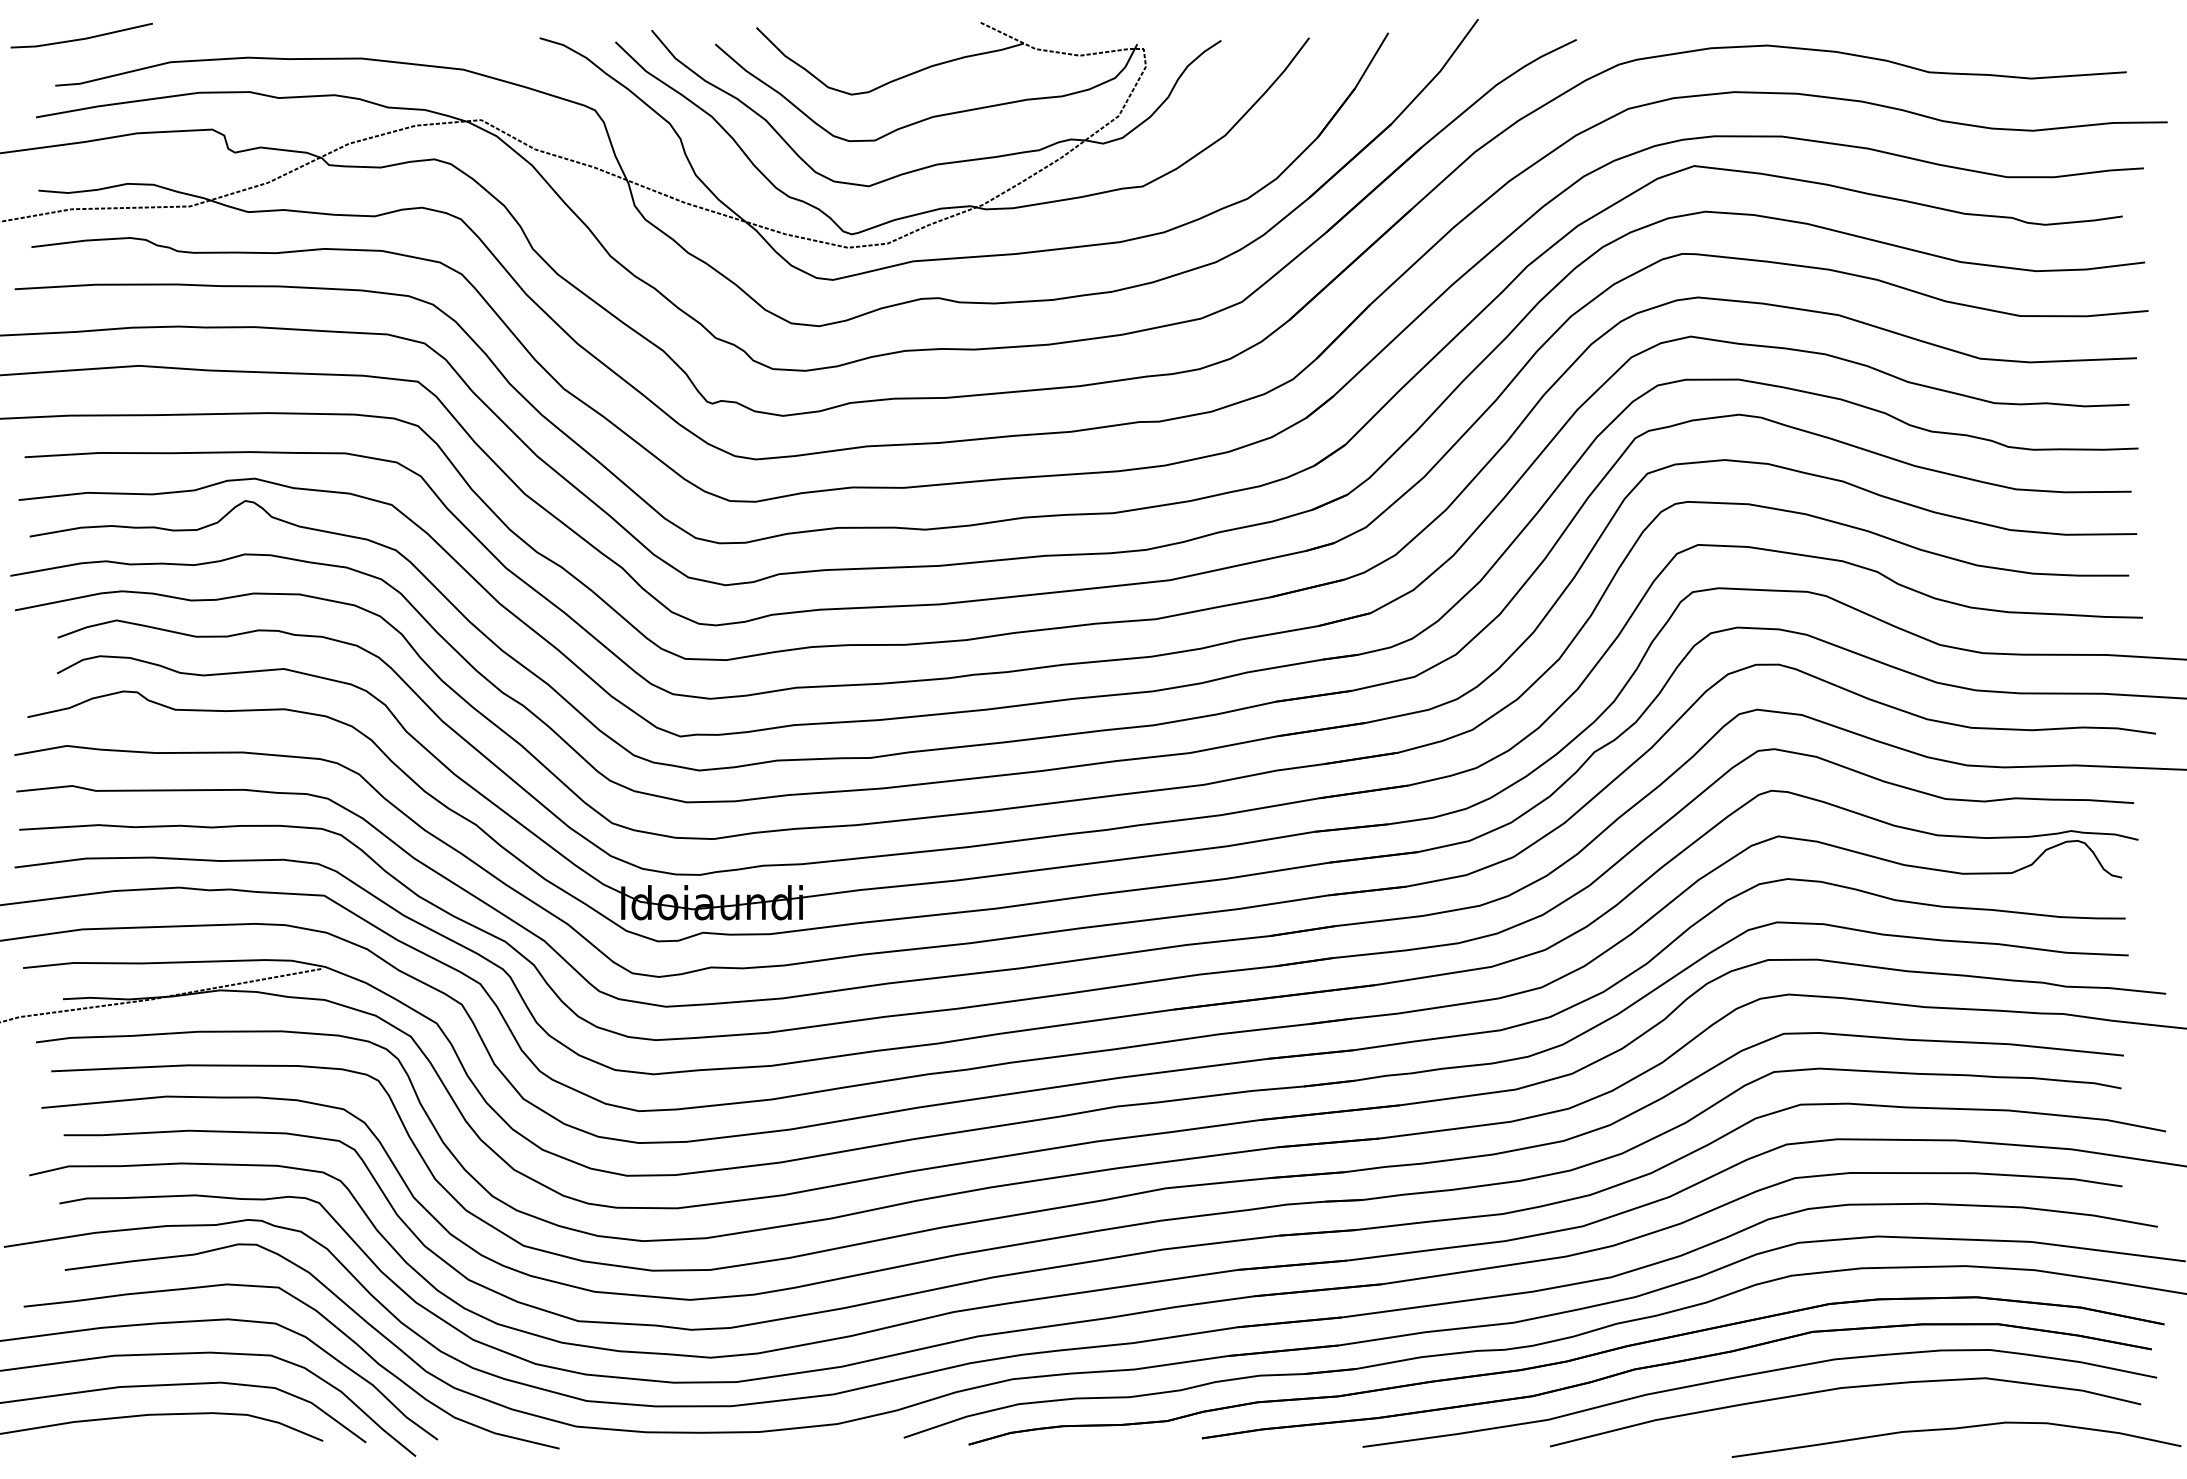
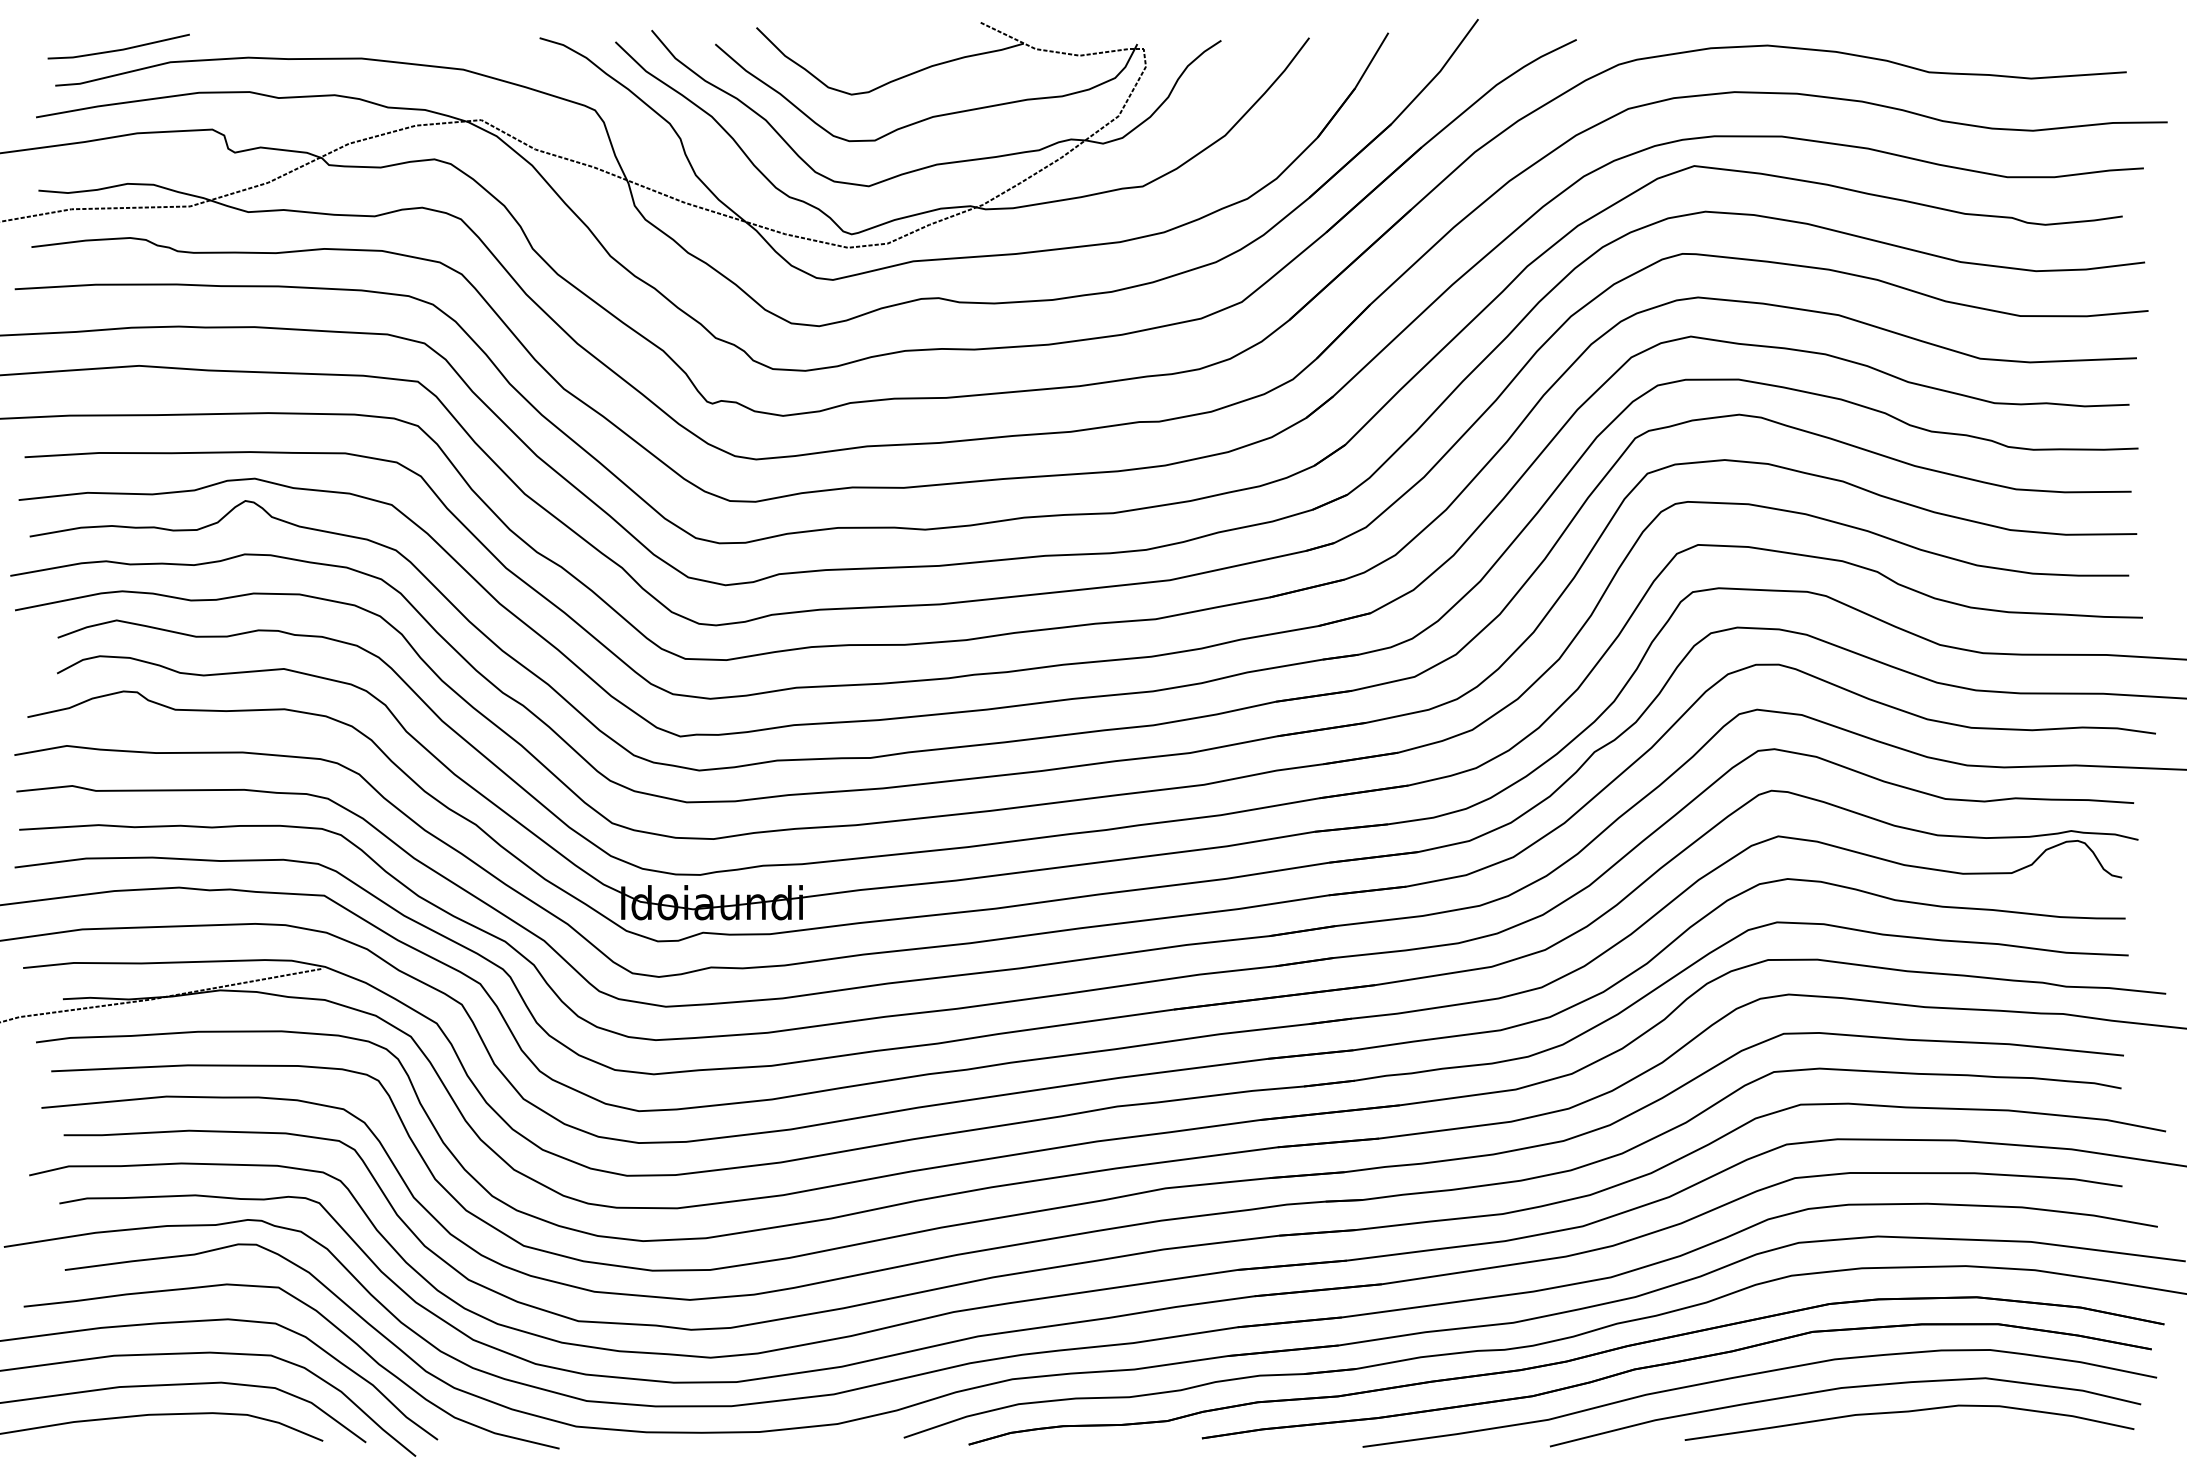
line at (81, 38) position: (81, 38) -> (118, 49)
part at (1956, 1429) position: (1956, 1429) -> (1909, 1412)
